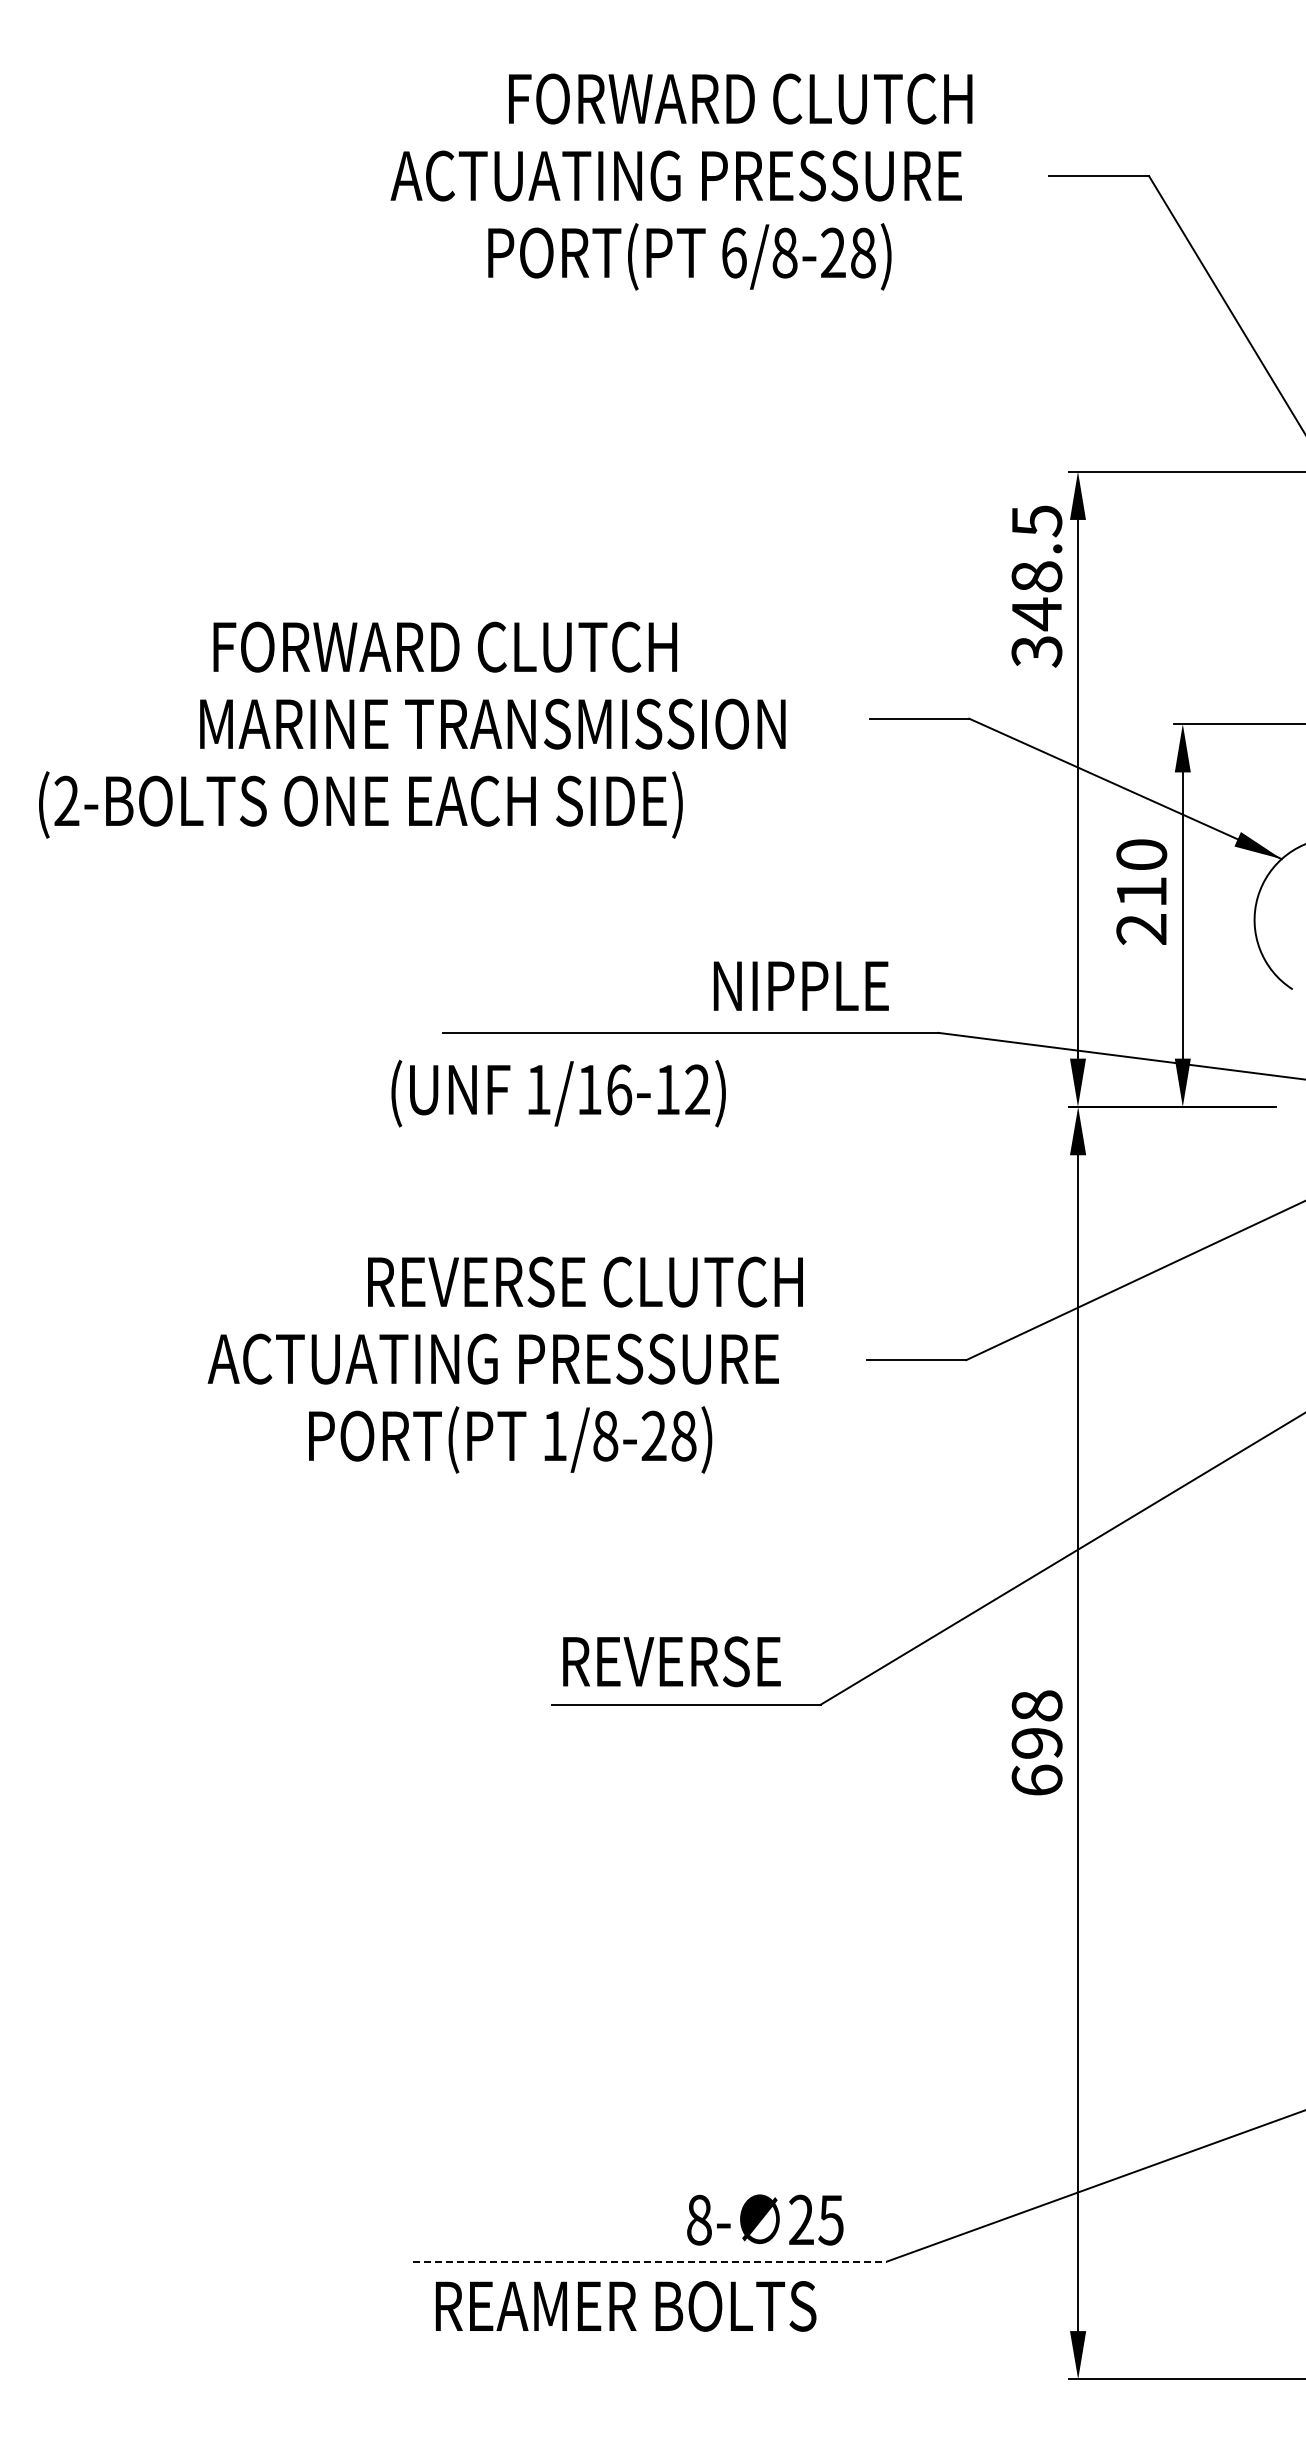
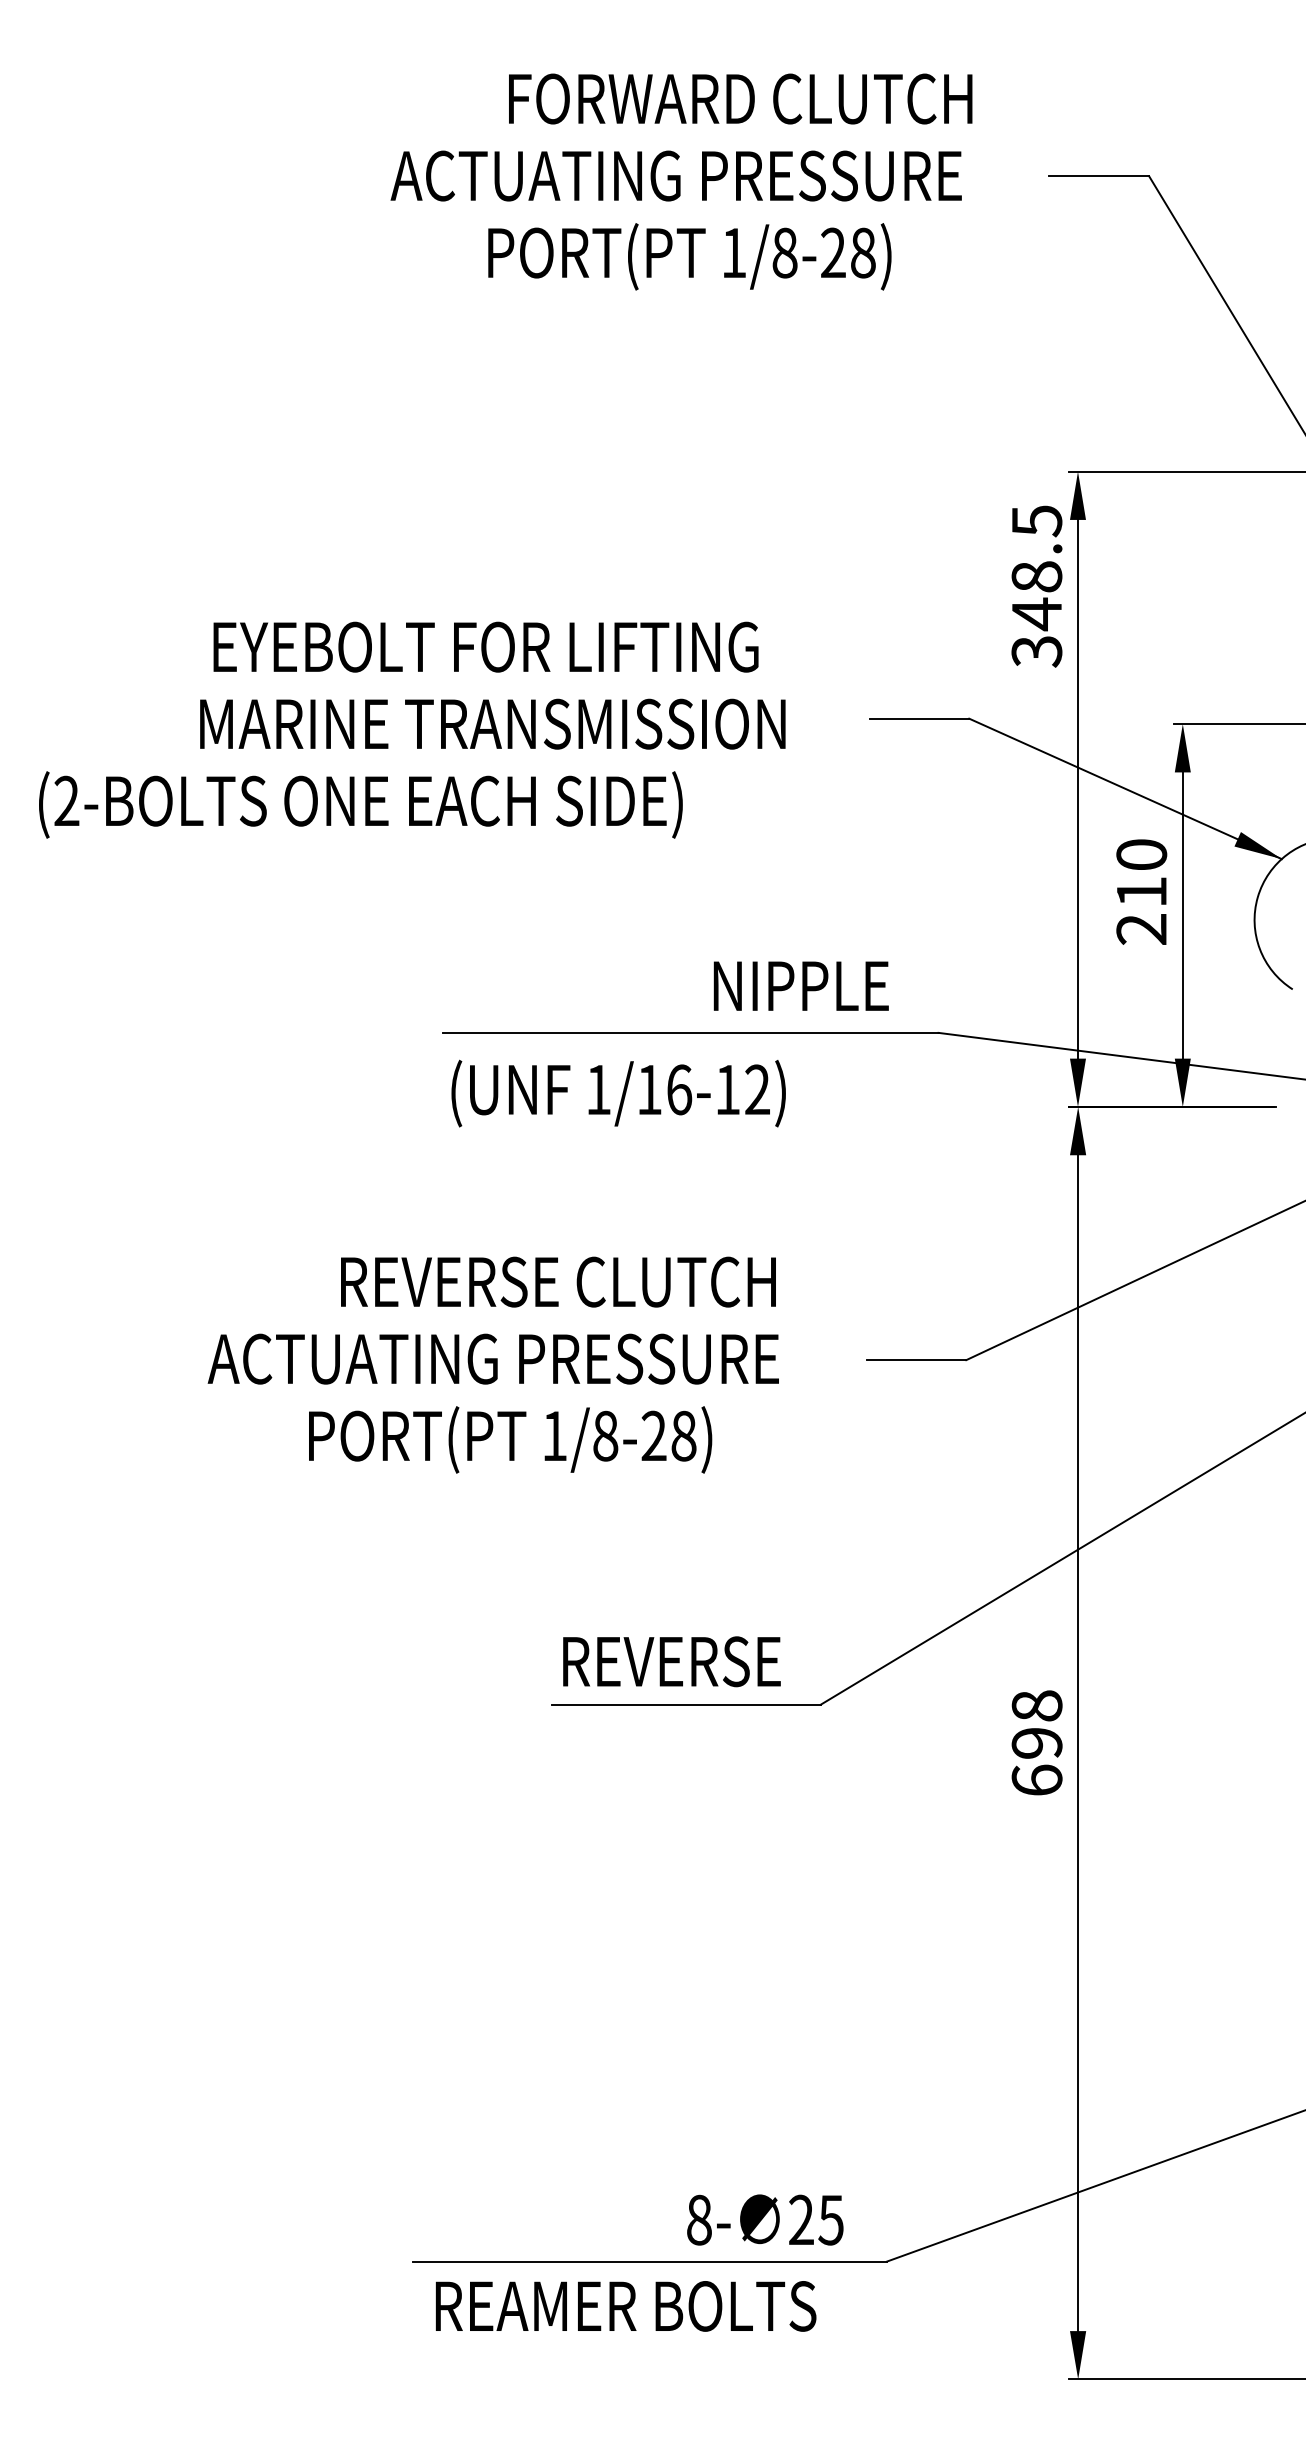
text at (734, 252): 6/8-28) -> 1/8-28)
text at (488, 646): FORWARD CLUTCH -> EYEBOLT FOR LIFTING
text at (558, 1093) position: (558, 1093) -> (618, 1093)
text at (585, 1281) position: (585, 1281) -> (558, 1281)
line at (650, 2261): dashed -> solid
